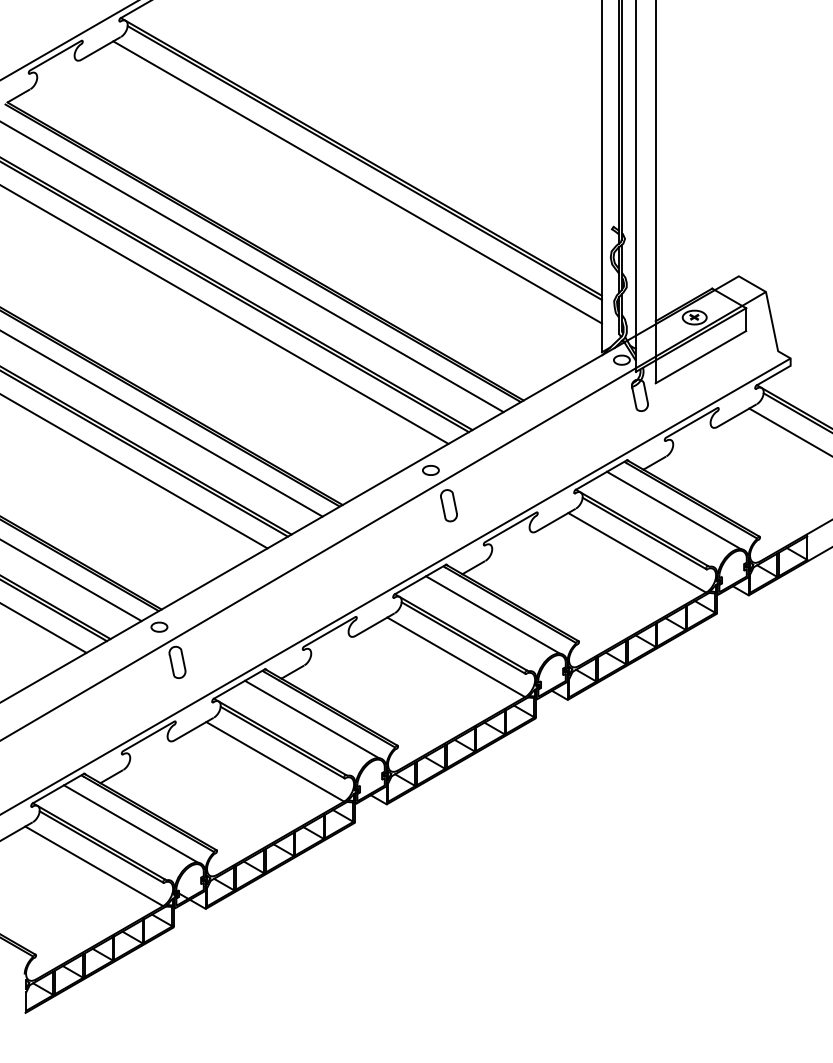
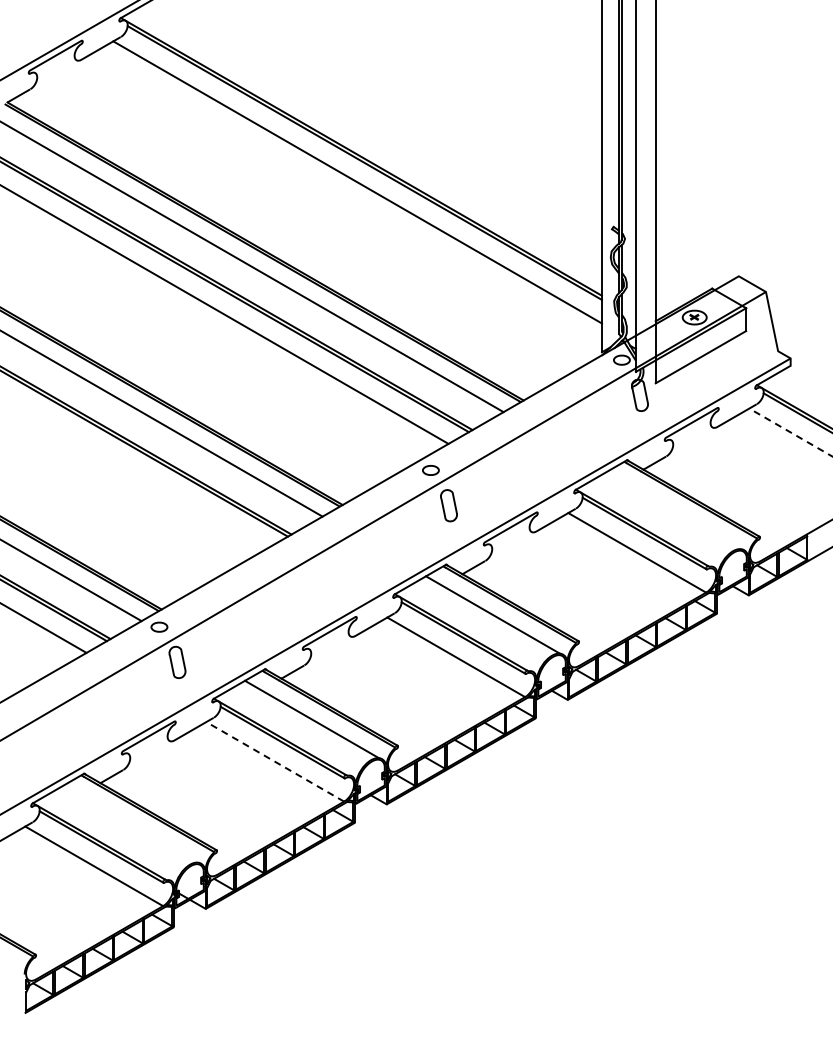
line at (790, 432): solid -> dashed
line at (134, 471): present -> none
line at (673, 510): present -> none
line at (275, 761): solid -> dashed
line at (130, 823): present -> none
